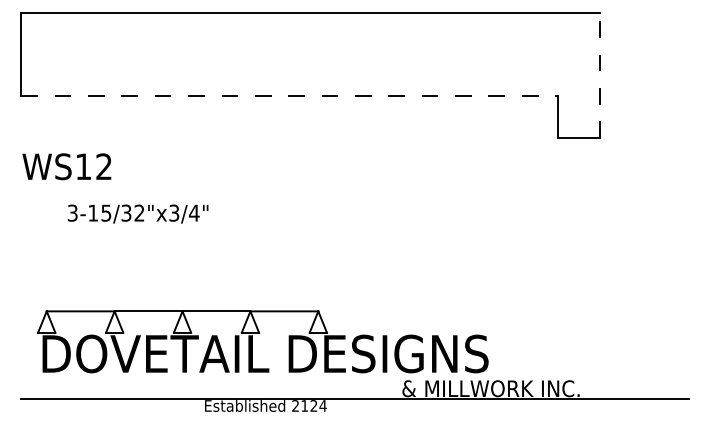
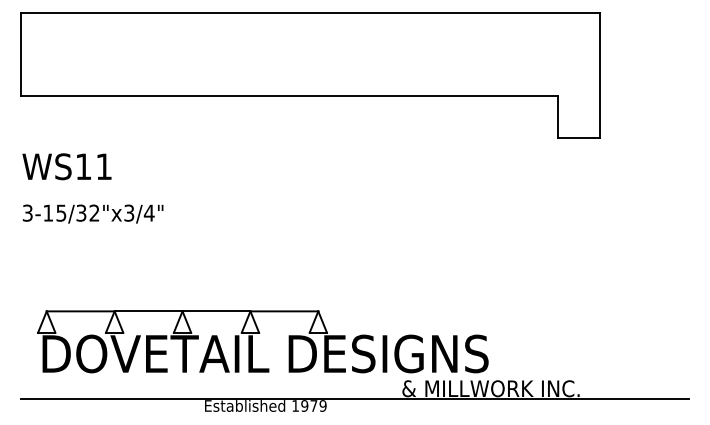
line at (600, 75): dashed -> solid
line at (289, 96): dashed -> solid
text at (103, 166): WS12 -> WS11
text at (137, 213) position: (137, 213) -> (92, 213)
text at (309, 405): 2124 -> 1979
